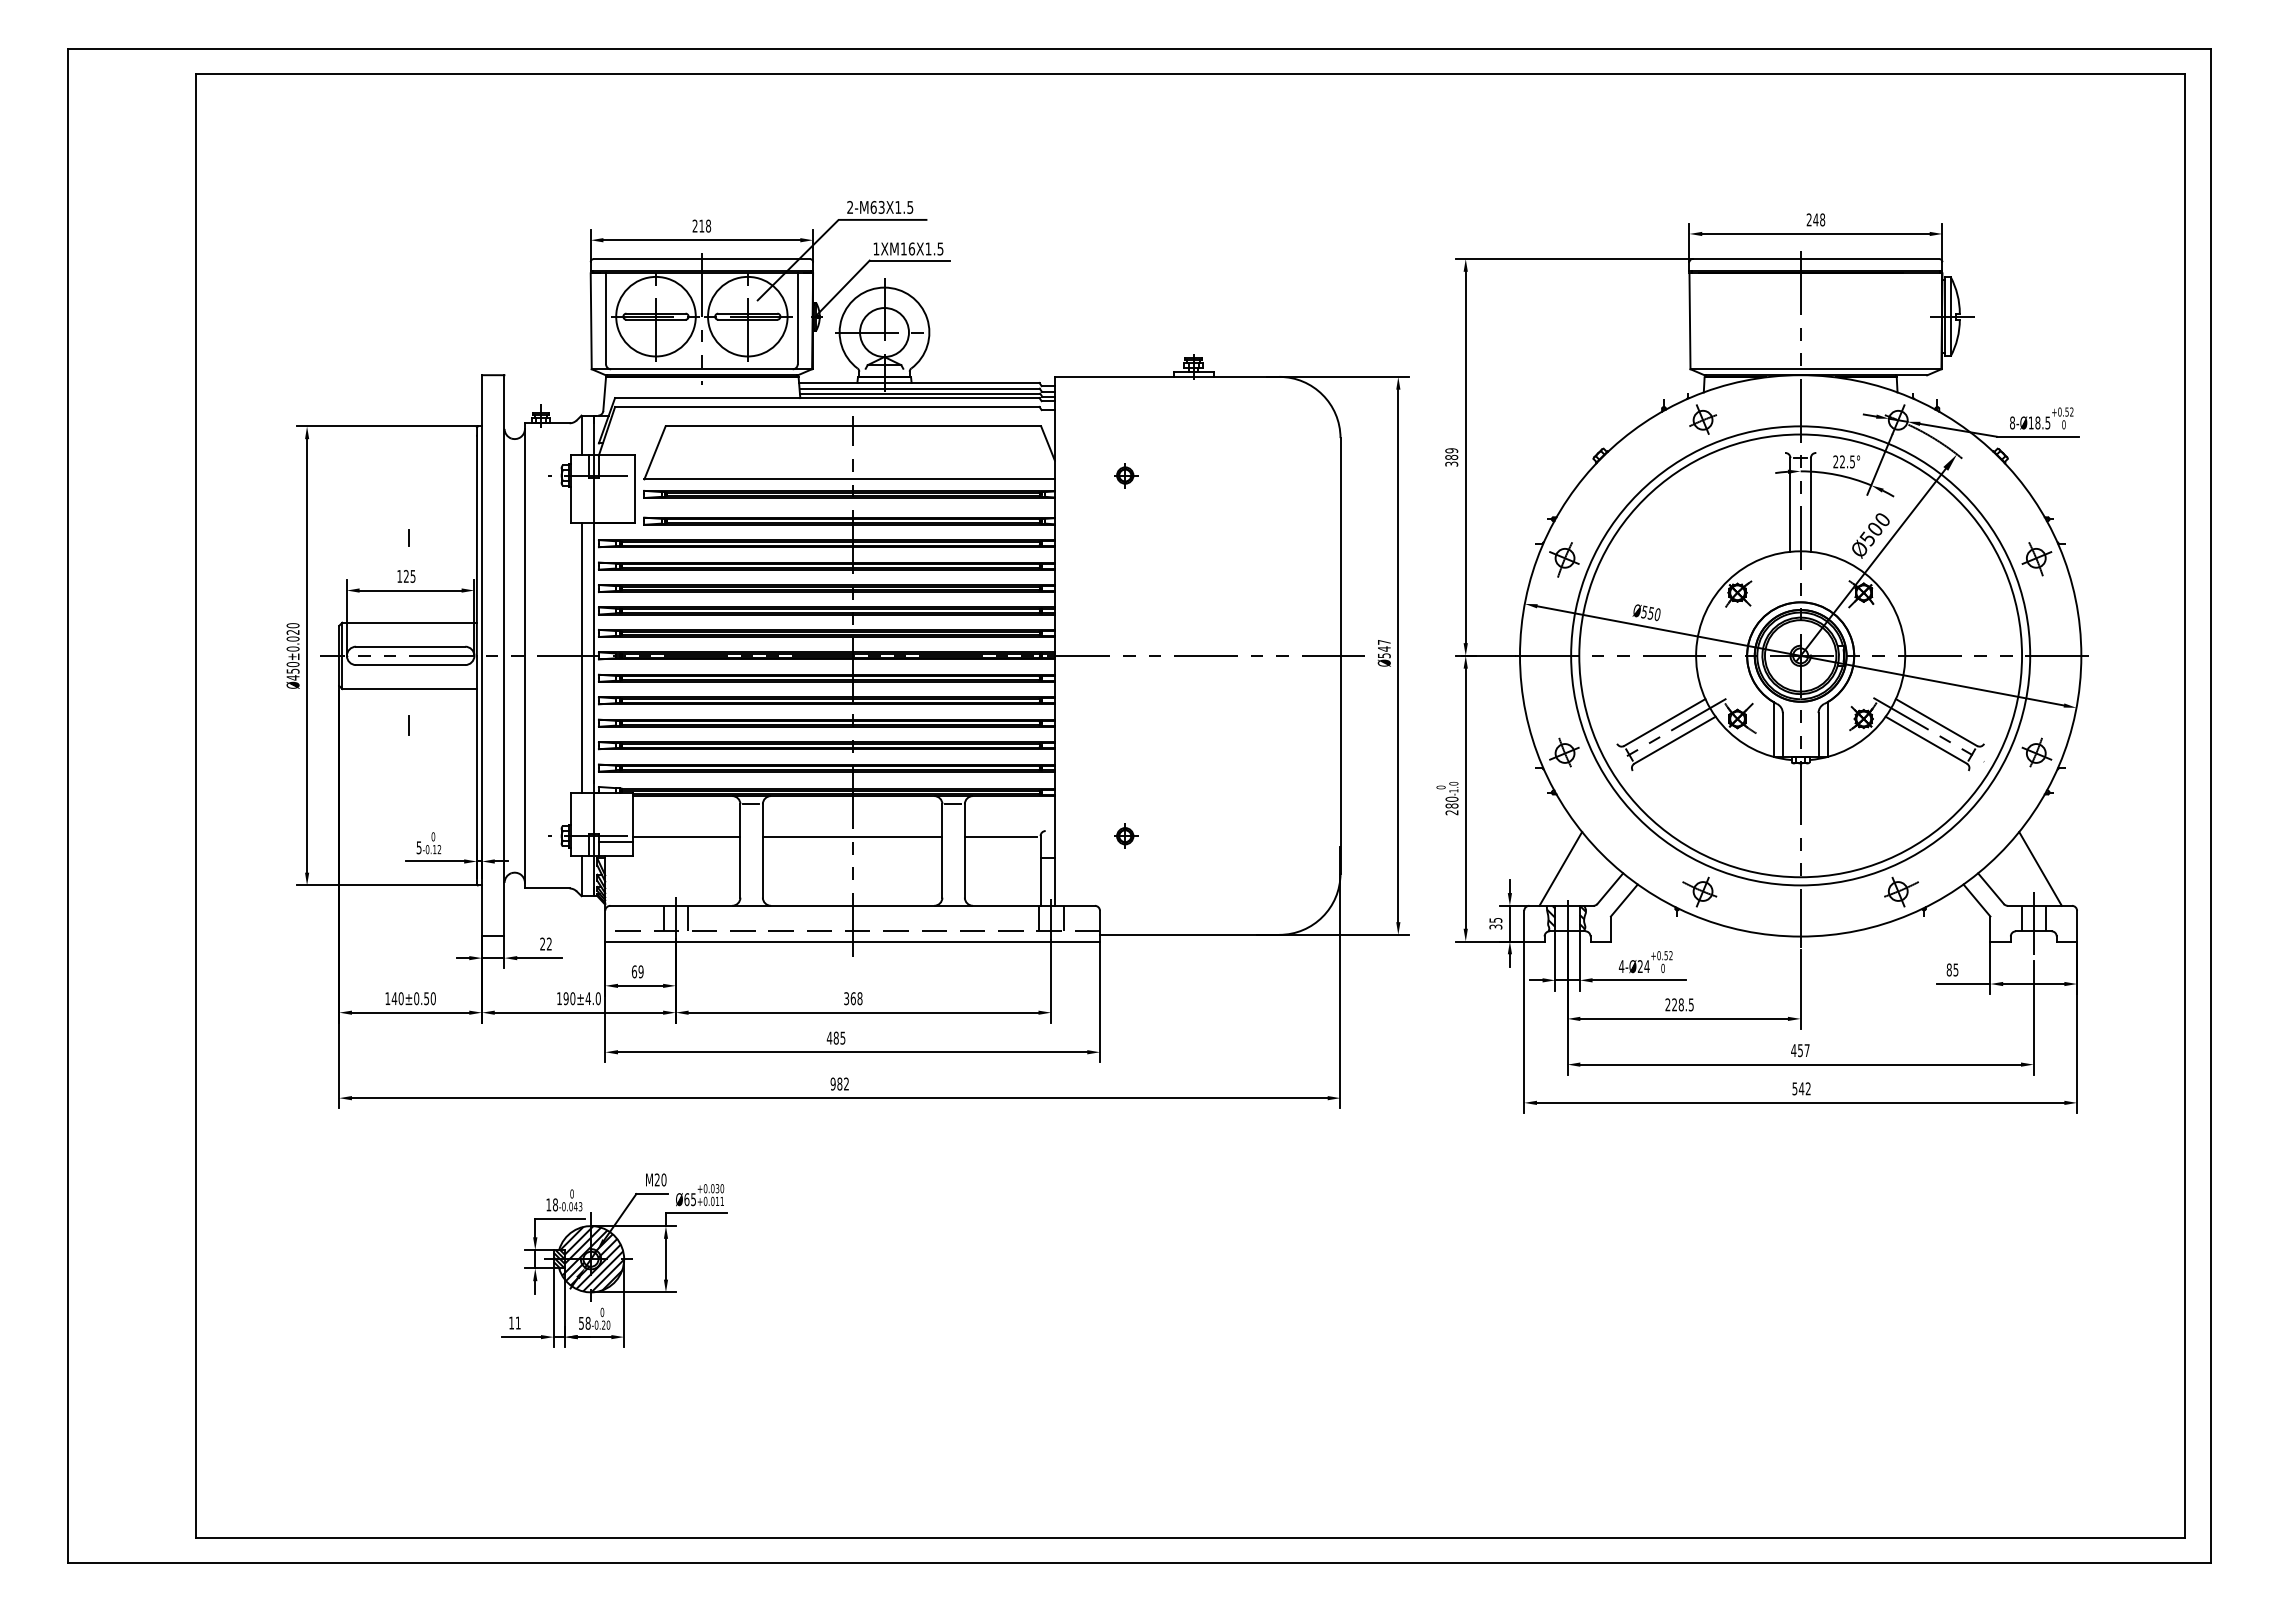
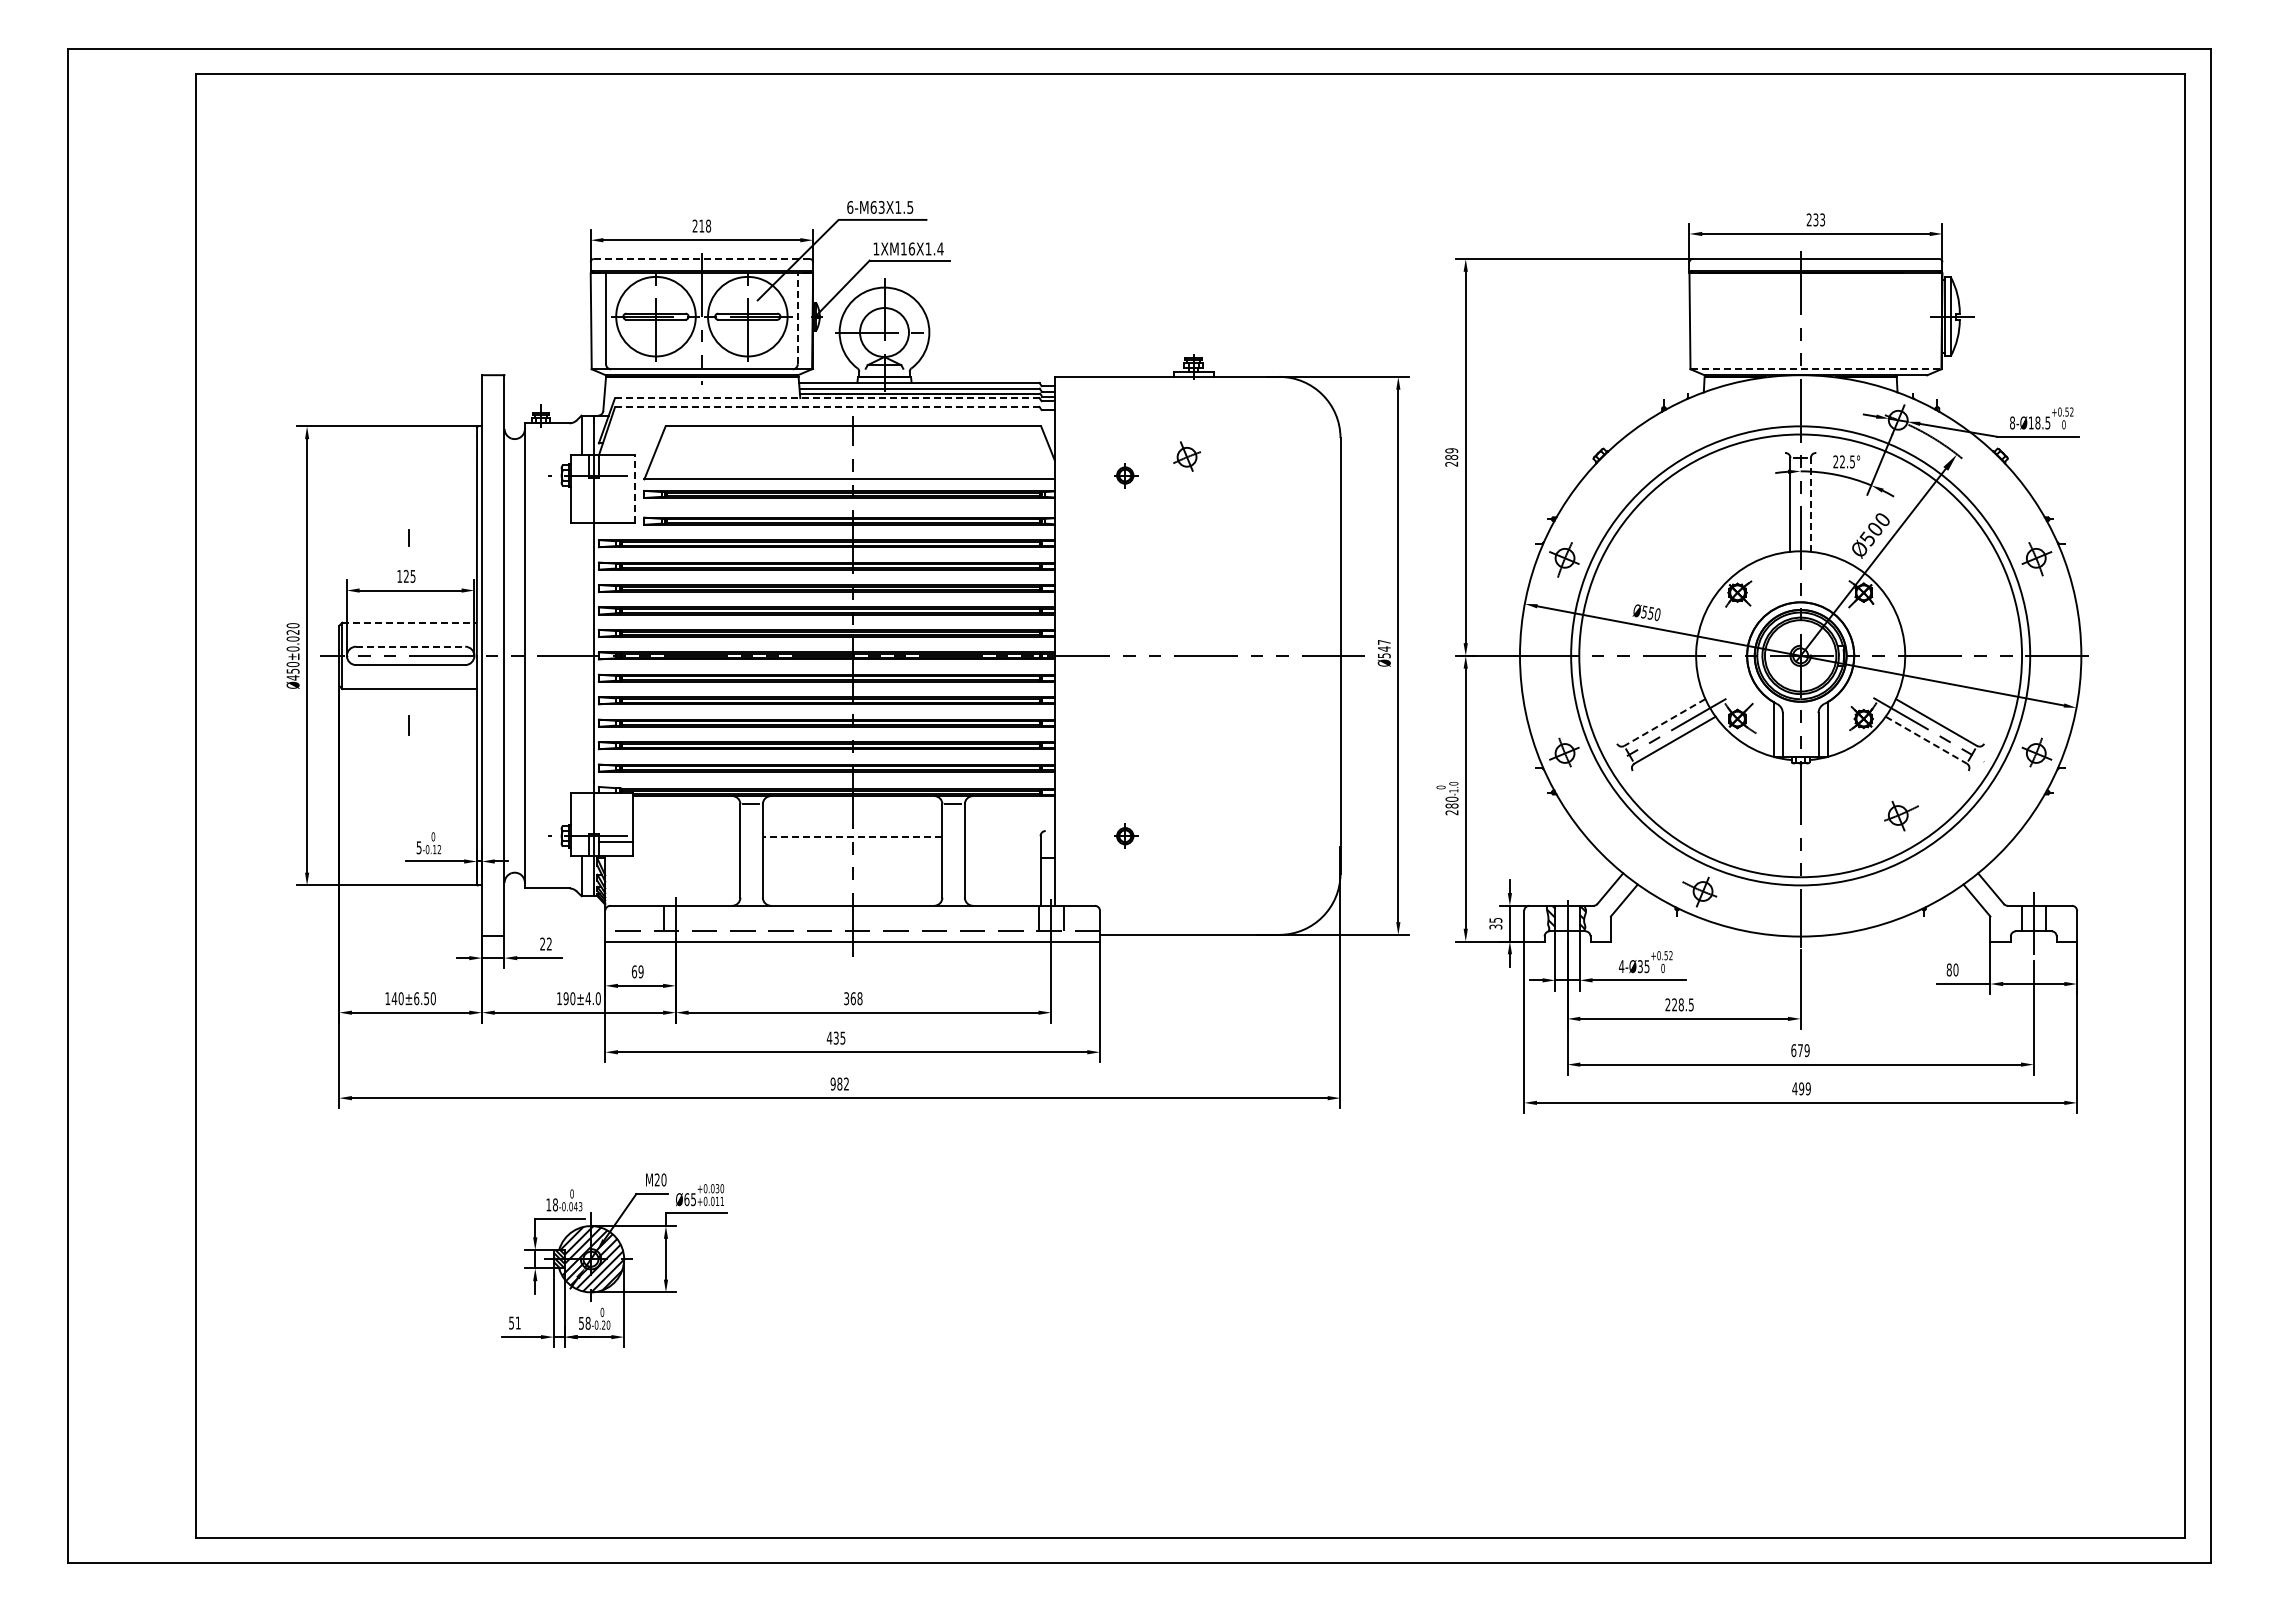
text at (850, 207): 2-M63X1.5 -> 6-M63X1.5
text at (1819, 219): 248 -> 233
text at (940, 248): 1XM16X1.5 -> 1XM16X1.4
line at (701, 259): solid -> dashed
line at (797, 318): solid -> dashed
line at (1816, 369): solid -> dashed
line at (826, 398): solid -> dashed
line at (826, 406): solid -> dashed
part at (1703, 419) position: (1703, 419) -> (1187, 456)
text at (1452, 463): 389 -> 289
line at (634, 489): solid -> dashed
line at (1810, 504): solid -> dashed
line at (410, 622): solid -> dashed
line at (410, 646): solid -> dashed
line at (581, 657): present -> none
line at (1664, 722): solid -> dashed
line at (1926, 740): solid -> dashed
line at (686, 837): present -> none
line at (852, 837): solid -> dashed
line at (1000, 837): present -> none
line at (1560, 868): present -> none
line at (2040, 868): present -> none
part at (1901, 892) position: (1901, 892) -> (1901, 816)
line at (688, 918): present -> none
text at (1643, 966): 4-Ø24 -> 4-Ø35
text at (1955, 969): 85 -> 80
text at (416, 998): ±0.50 -> ±6.50
text at (835, 1037): 485 -> 435
text at (1800, 1050): 457 -> 679
text at (1801, 1088): 542 -> 499
text at (511, 1322): 11 -> 51
